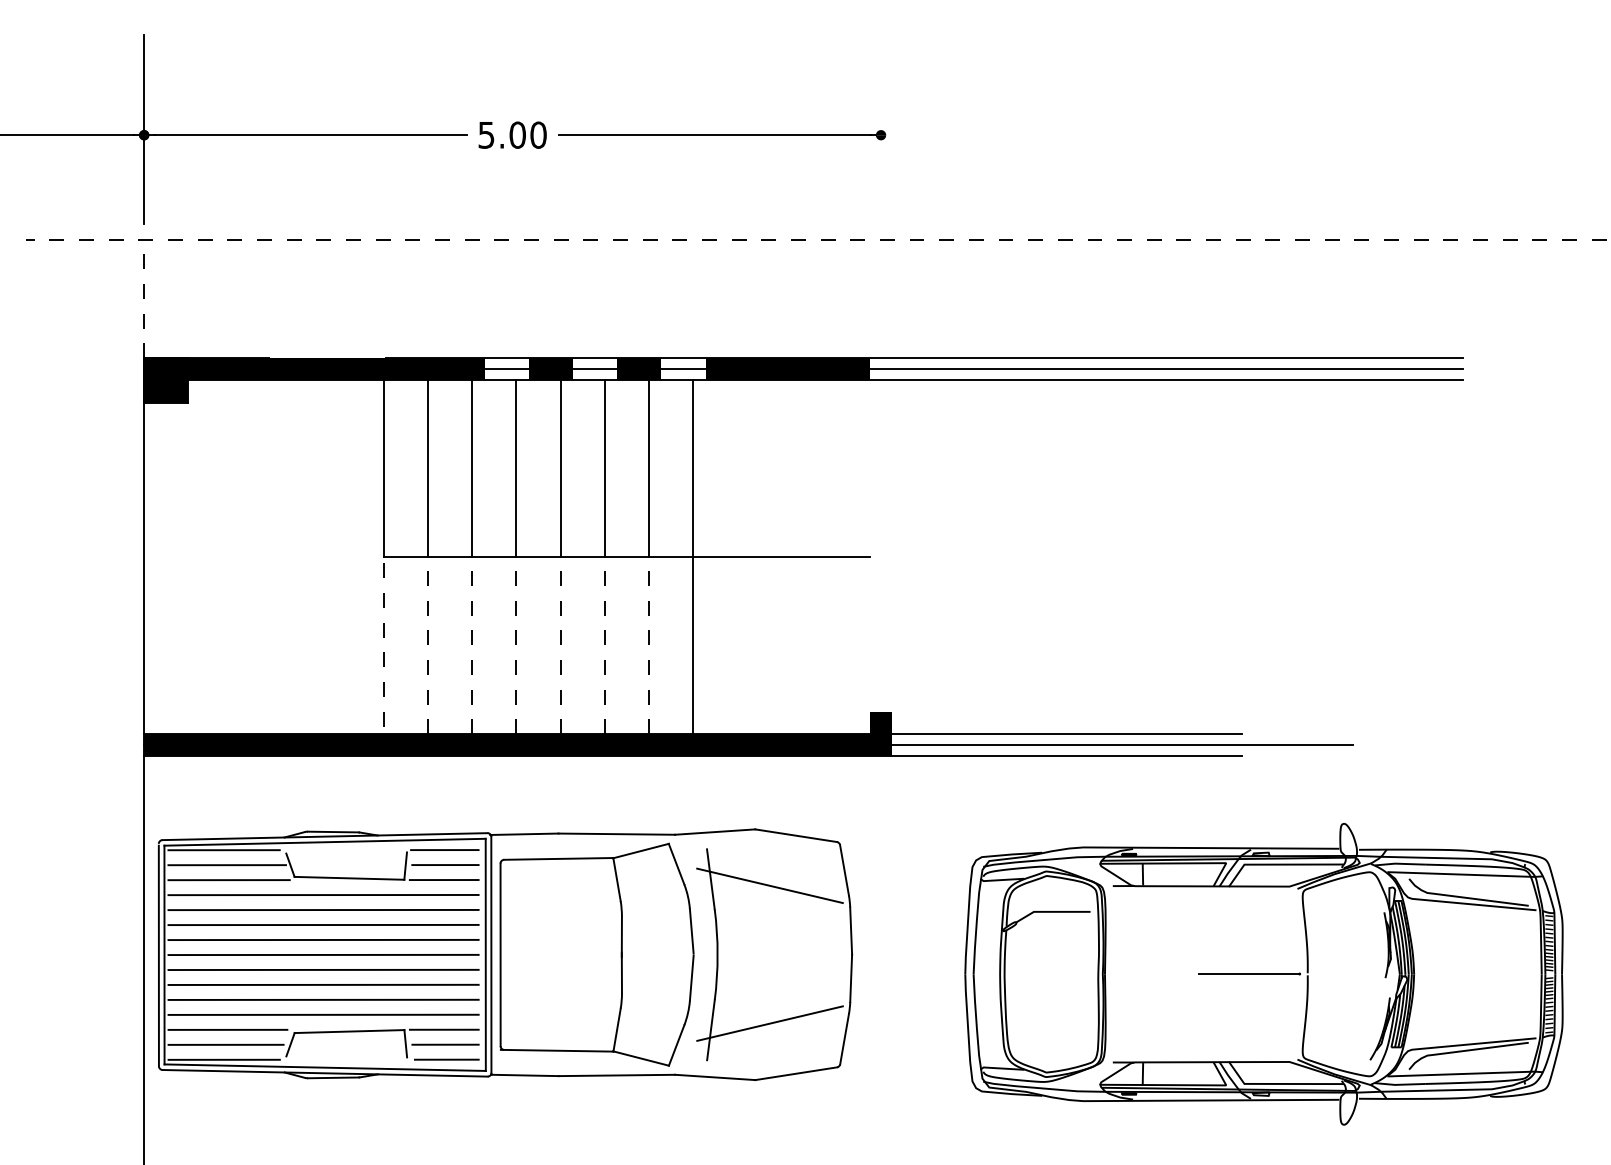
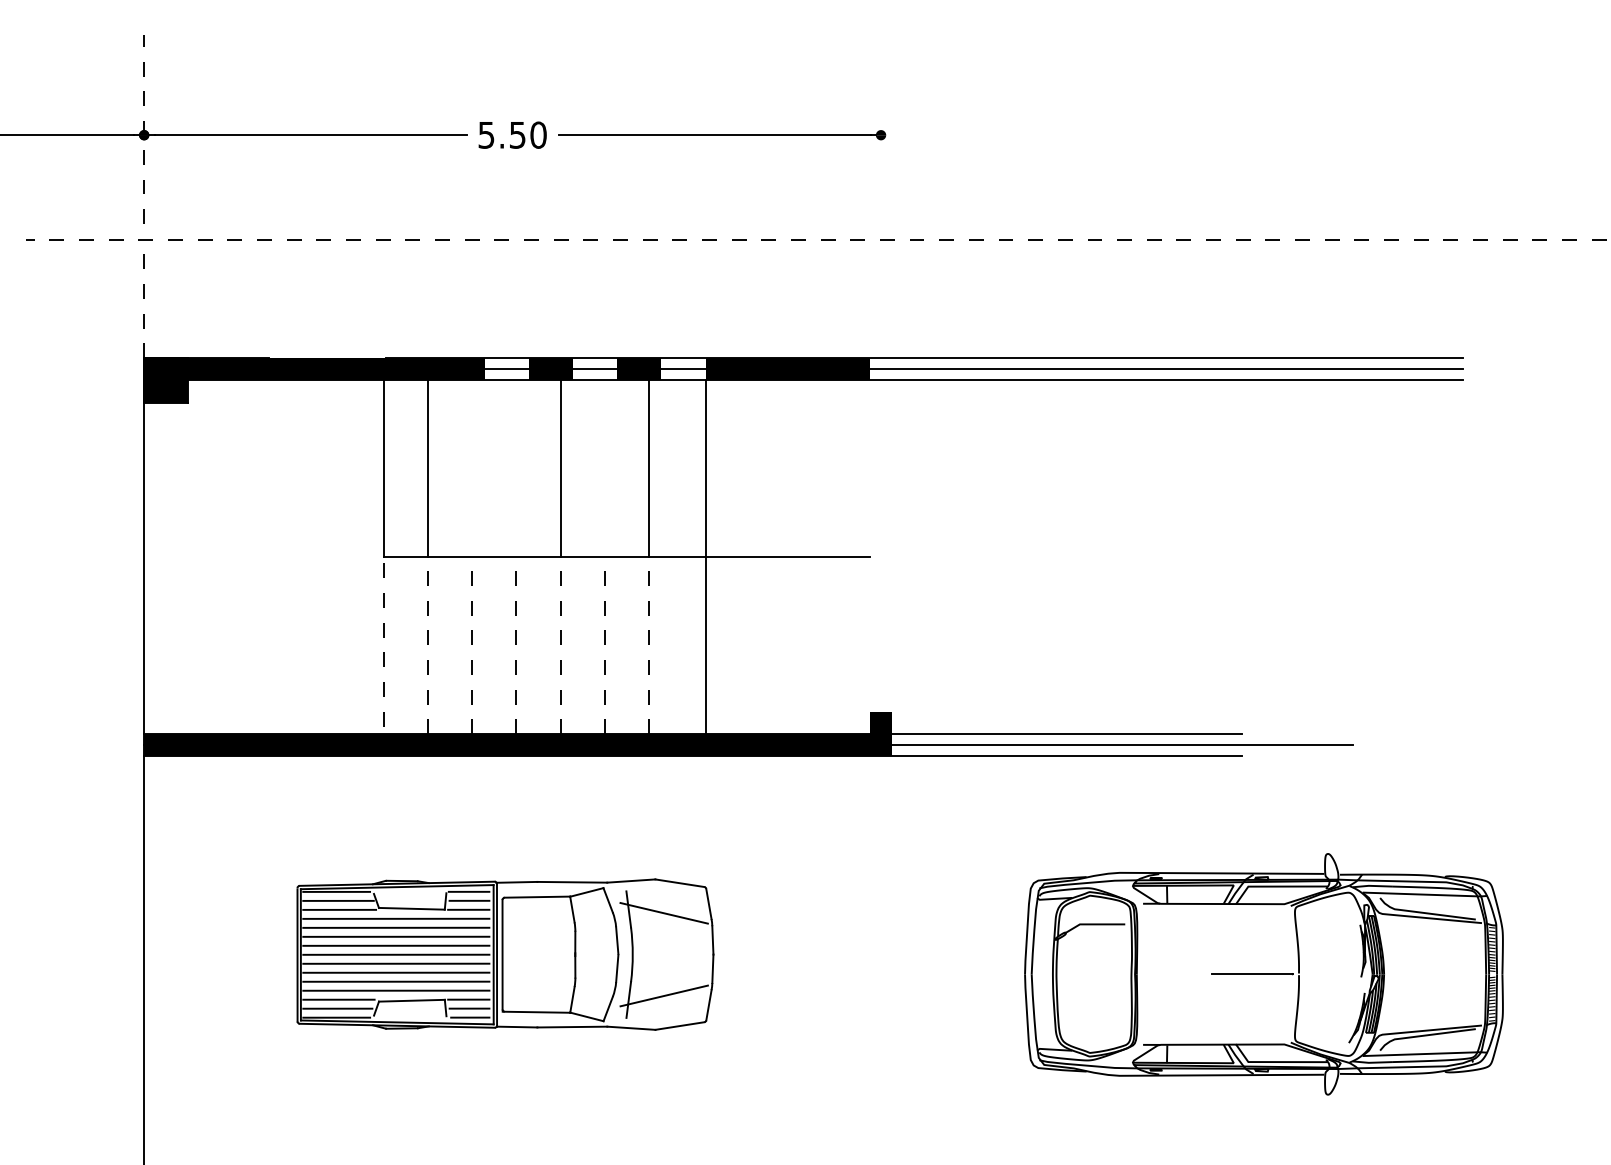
line at (144, 129): solid -> dashed
text at (517, 134): 5.00 -> 5.50
line at (472, 468): present -> none
line at (516, 468): present -> none
line at (604, 468): present -> none
line at (693, 557) position: (693, 557) -> (706, 557)
part at (505, 954) size: 697x253 px -> 419x153 px
part at (1263, 974) size: 600x303 px -> 480x243 px
